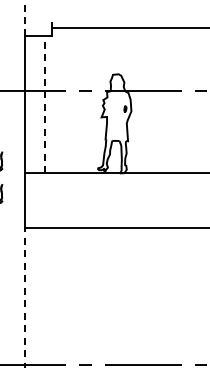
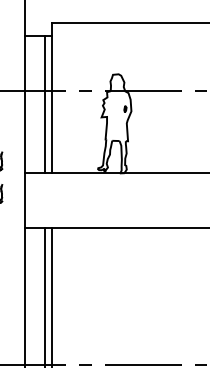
line at (24, 18): dashed -> solid
line at (129, 27) position: (129, 27) -> (129, 22)
line at (45, 104): dashed -> solid
line at (52, 104): none -> present
line at (45, 296): none -> present
line at (52, 296): none -> present
line at (24, 297): dashed -> solid
